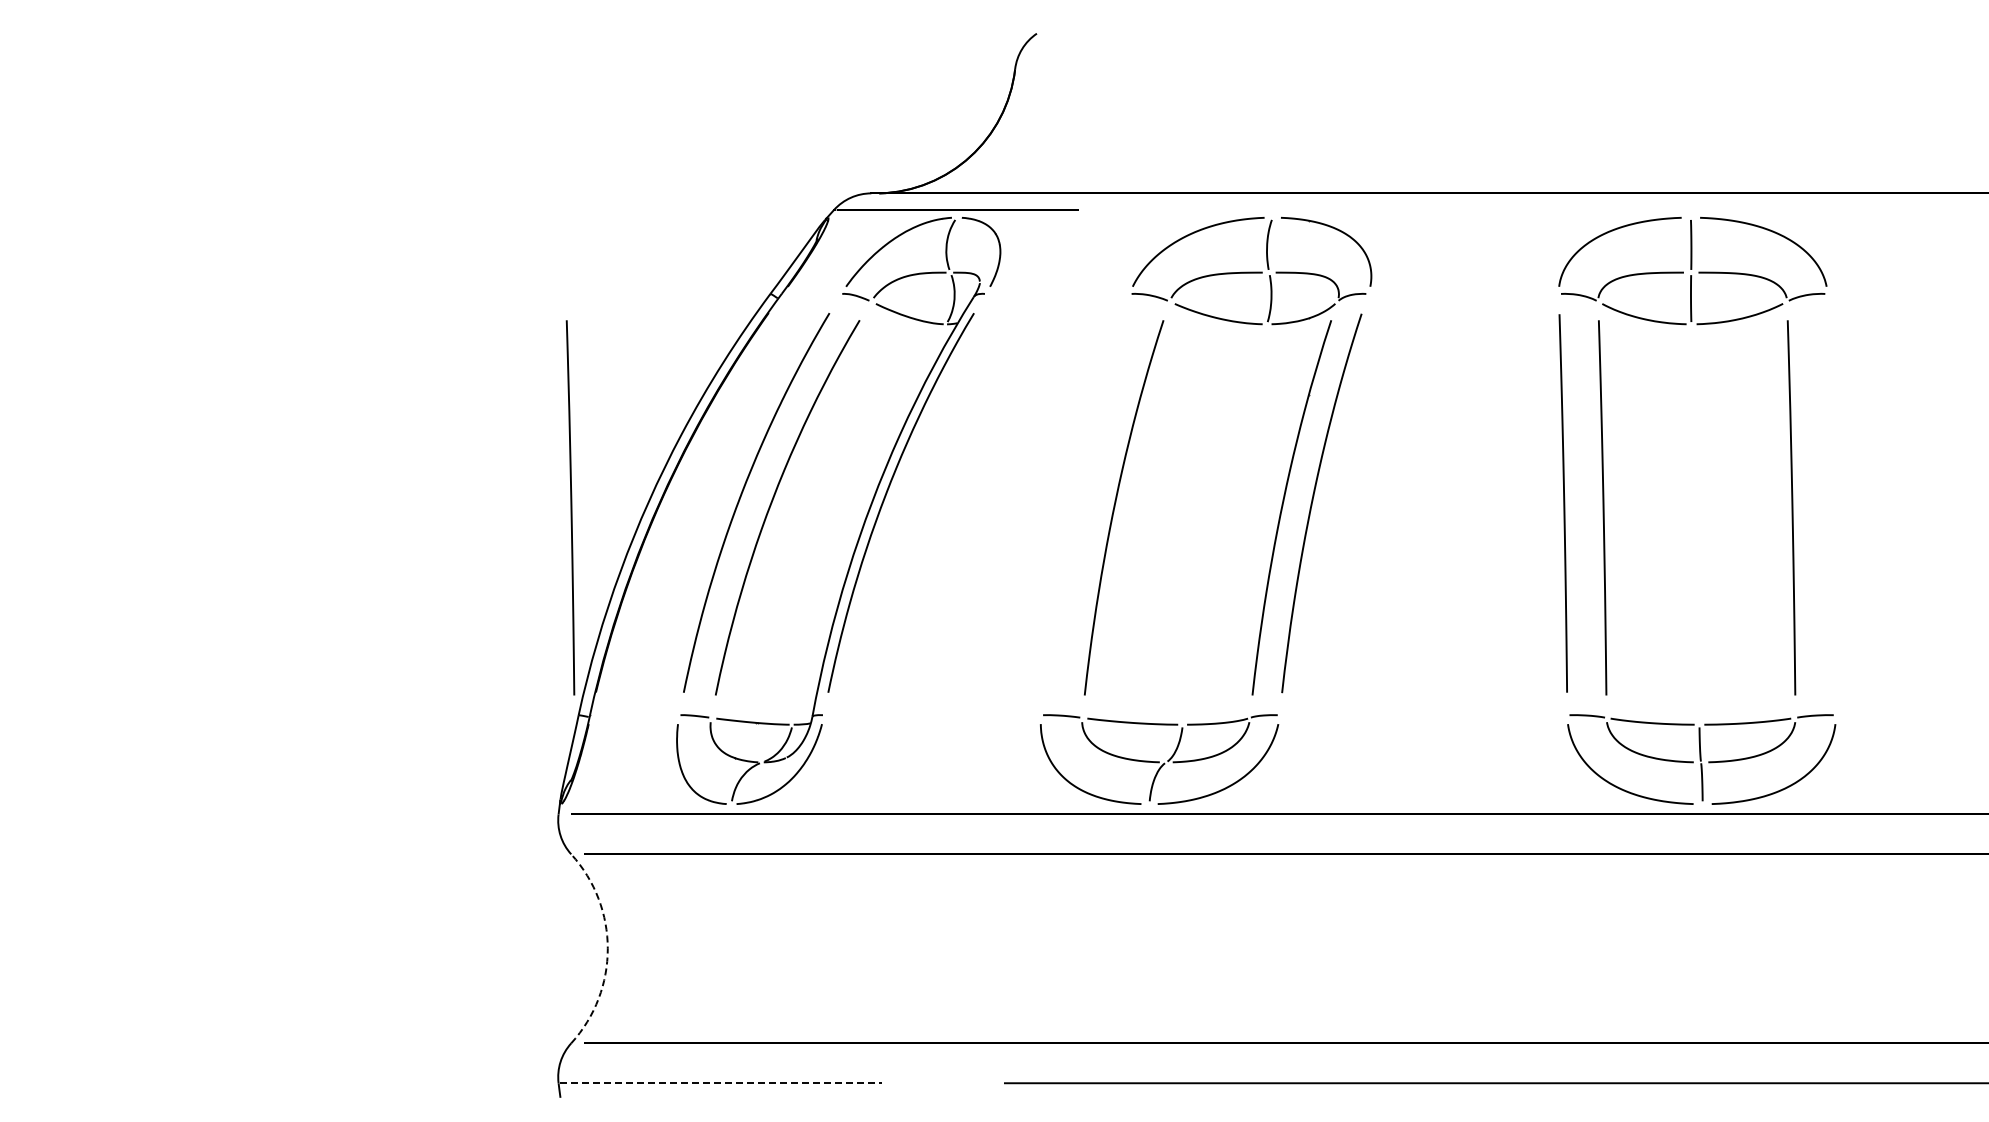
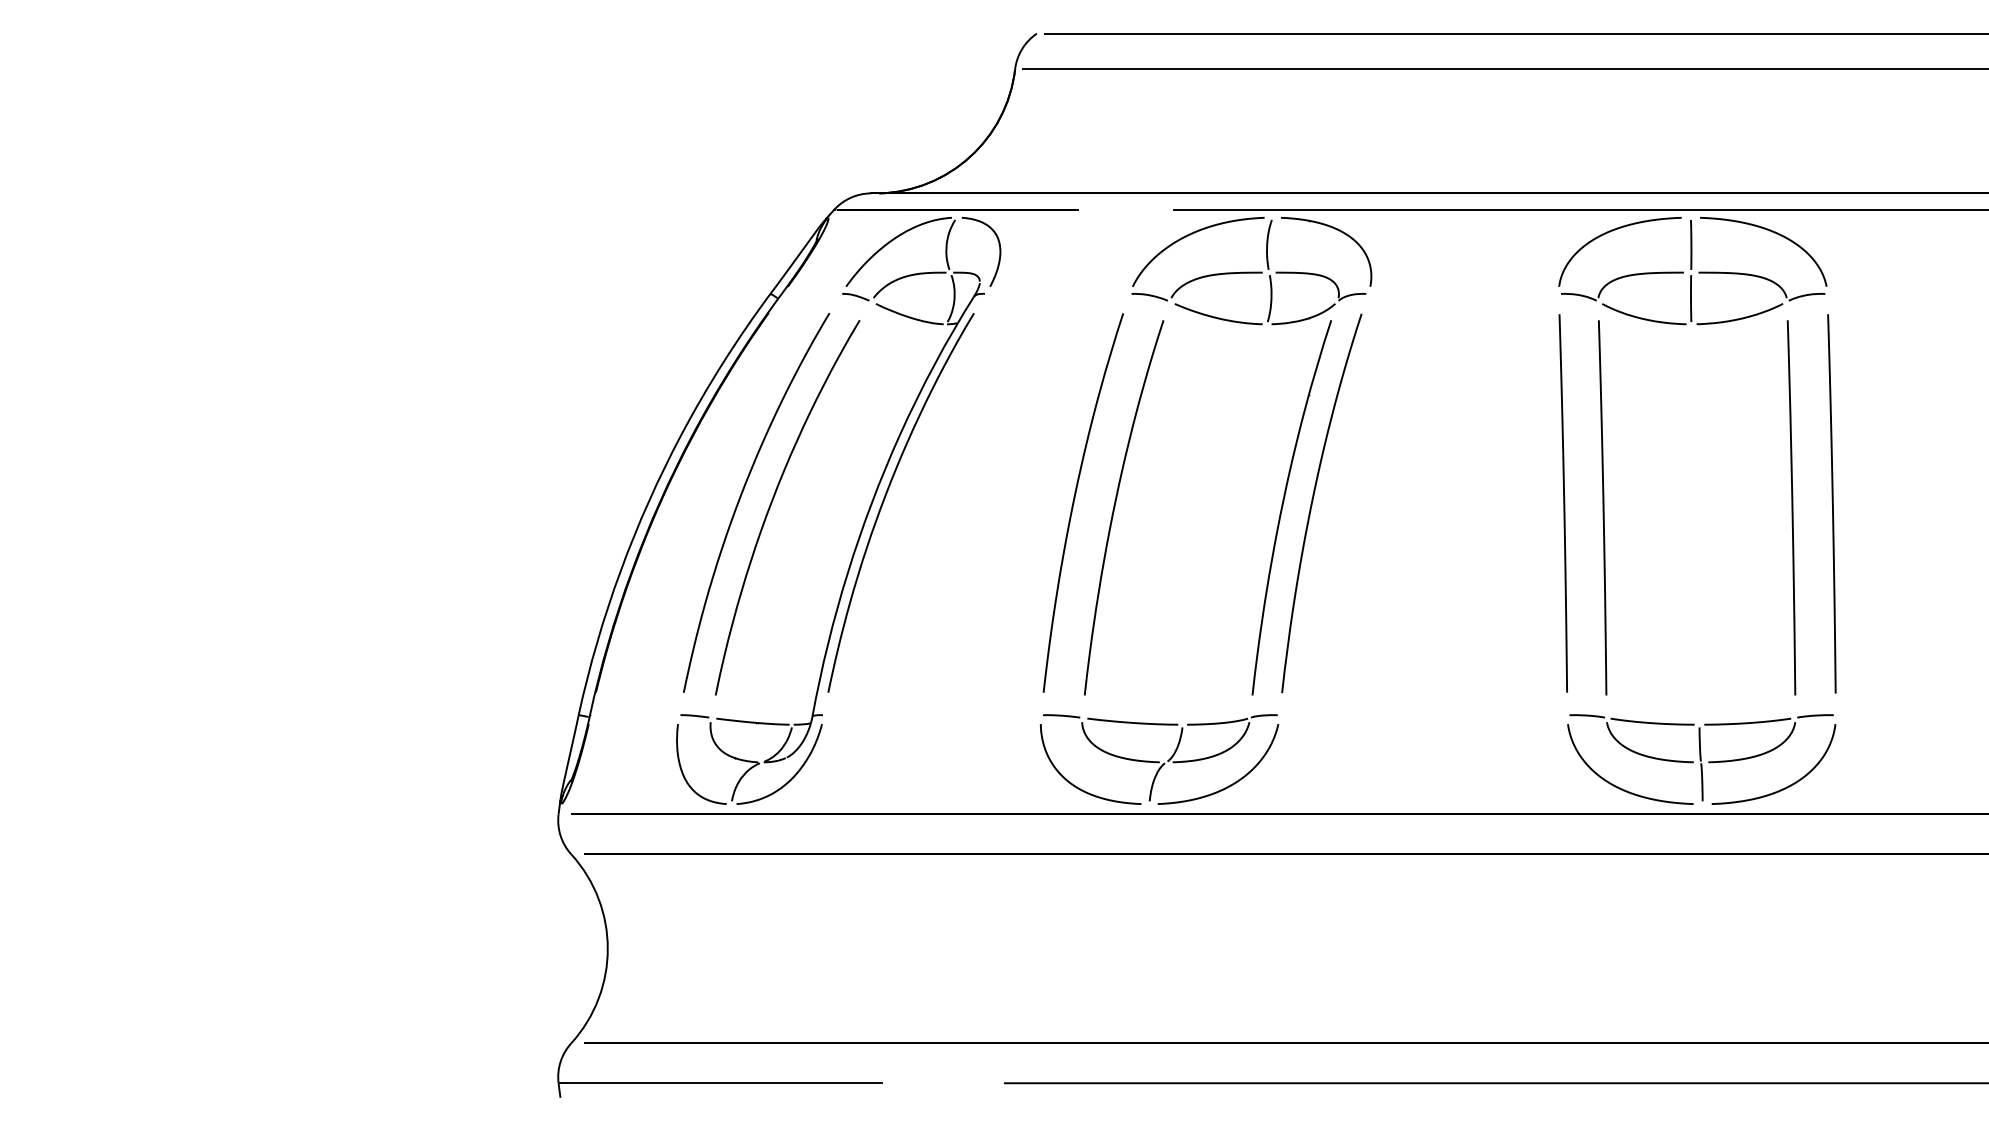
line at (1514, 33): none -> present
line at (1504, 69): none -> present
line at (1579, 210): none -> present
curve at (1074, 502): none -> present
line at (1831, 502): none -> present
curve at (570, 507): present -> none
arc at (607, 948): dashed -> solid
line at (721, 1083): dashed -> solid
